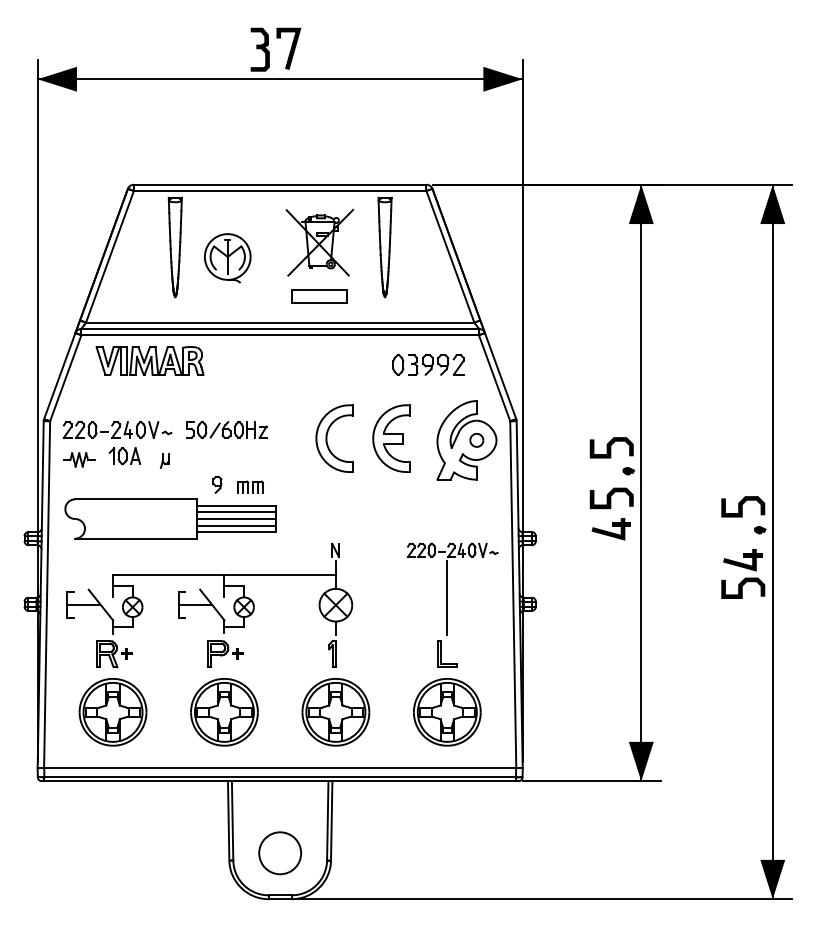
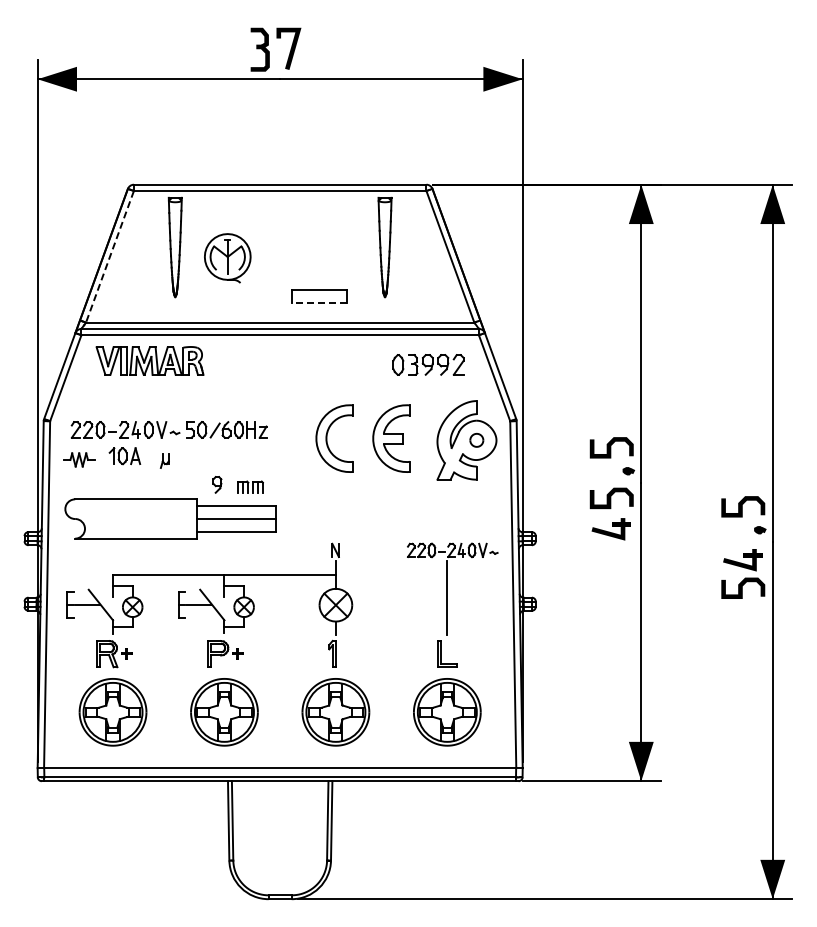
part at (319, 242): present -> none
line at (109, 257): solid -> dashed
line at (319, 302): solid -> dashed
part at (117, 429) position: (117, 429) -> (125, 429)
line at (236, 512): present -> none
line at (236, 525): present -> none
circle at (279, 853): present -> none
